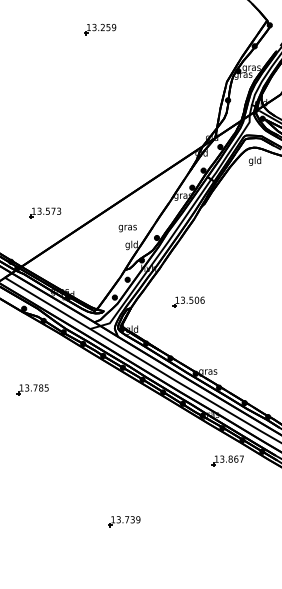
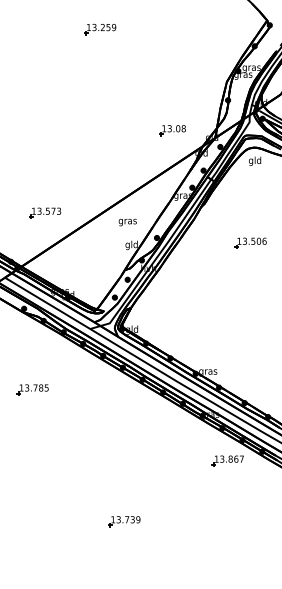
part at (172, 130): none -> present
text at (127, 228) position: (127, 228) -> (127, 222)
part at (188, 301) position: (188, 301) -> (250, 242)
